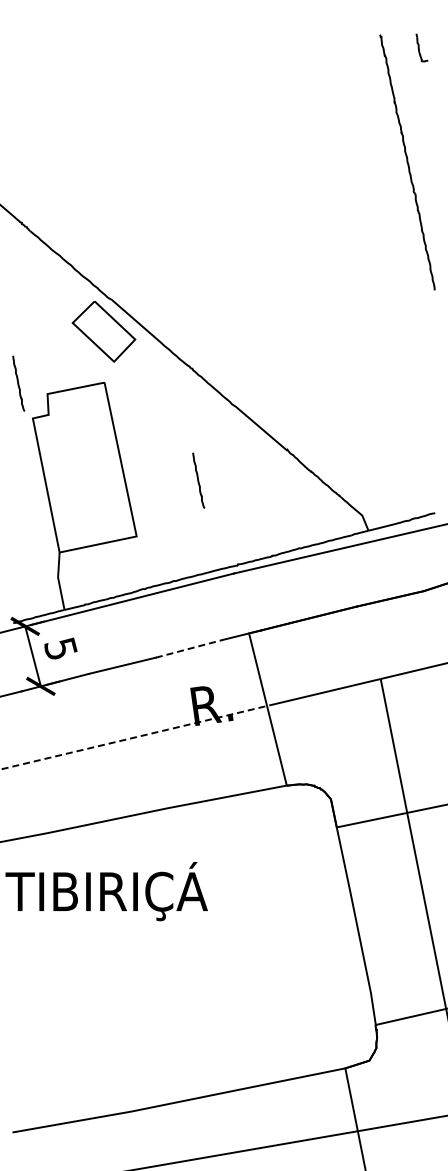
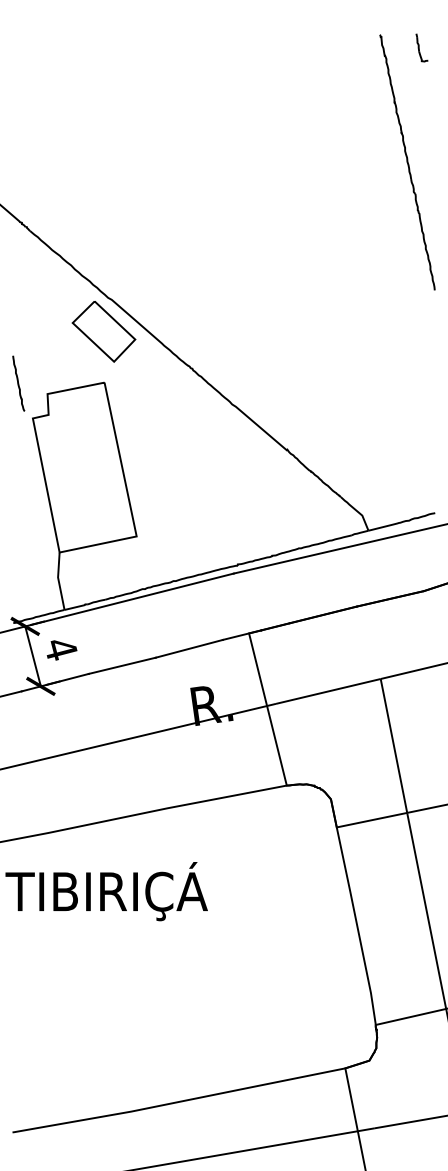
line at (198, 480): present -> none
text at (60, 648): 5 -> 4
line at (189, 648): dashed -> solid
line at (138, 736): dashed -> solid
